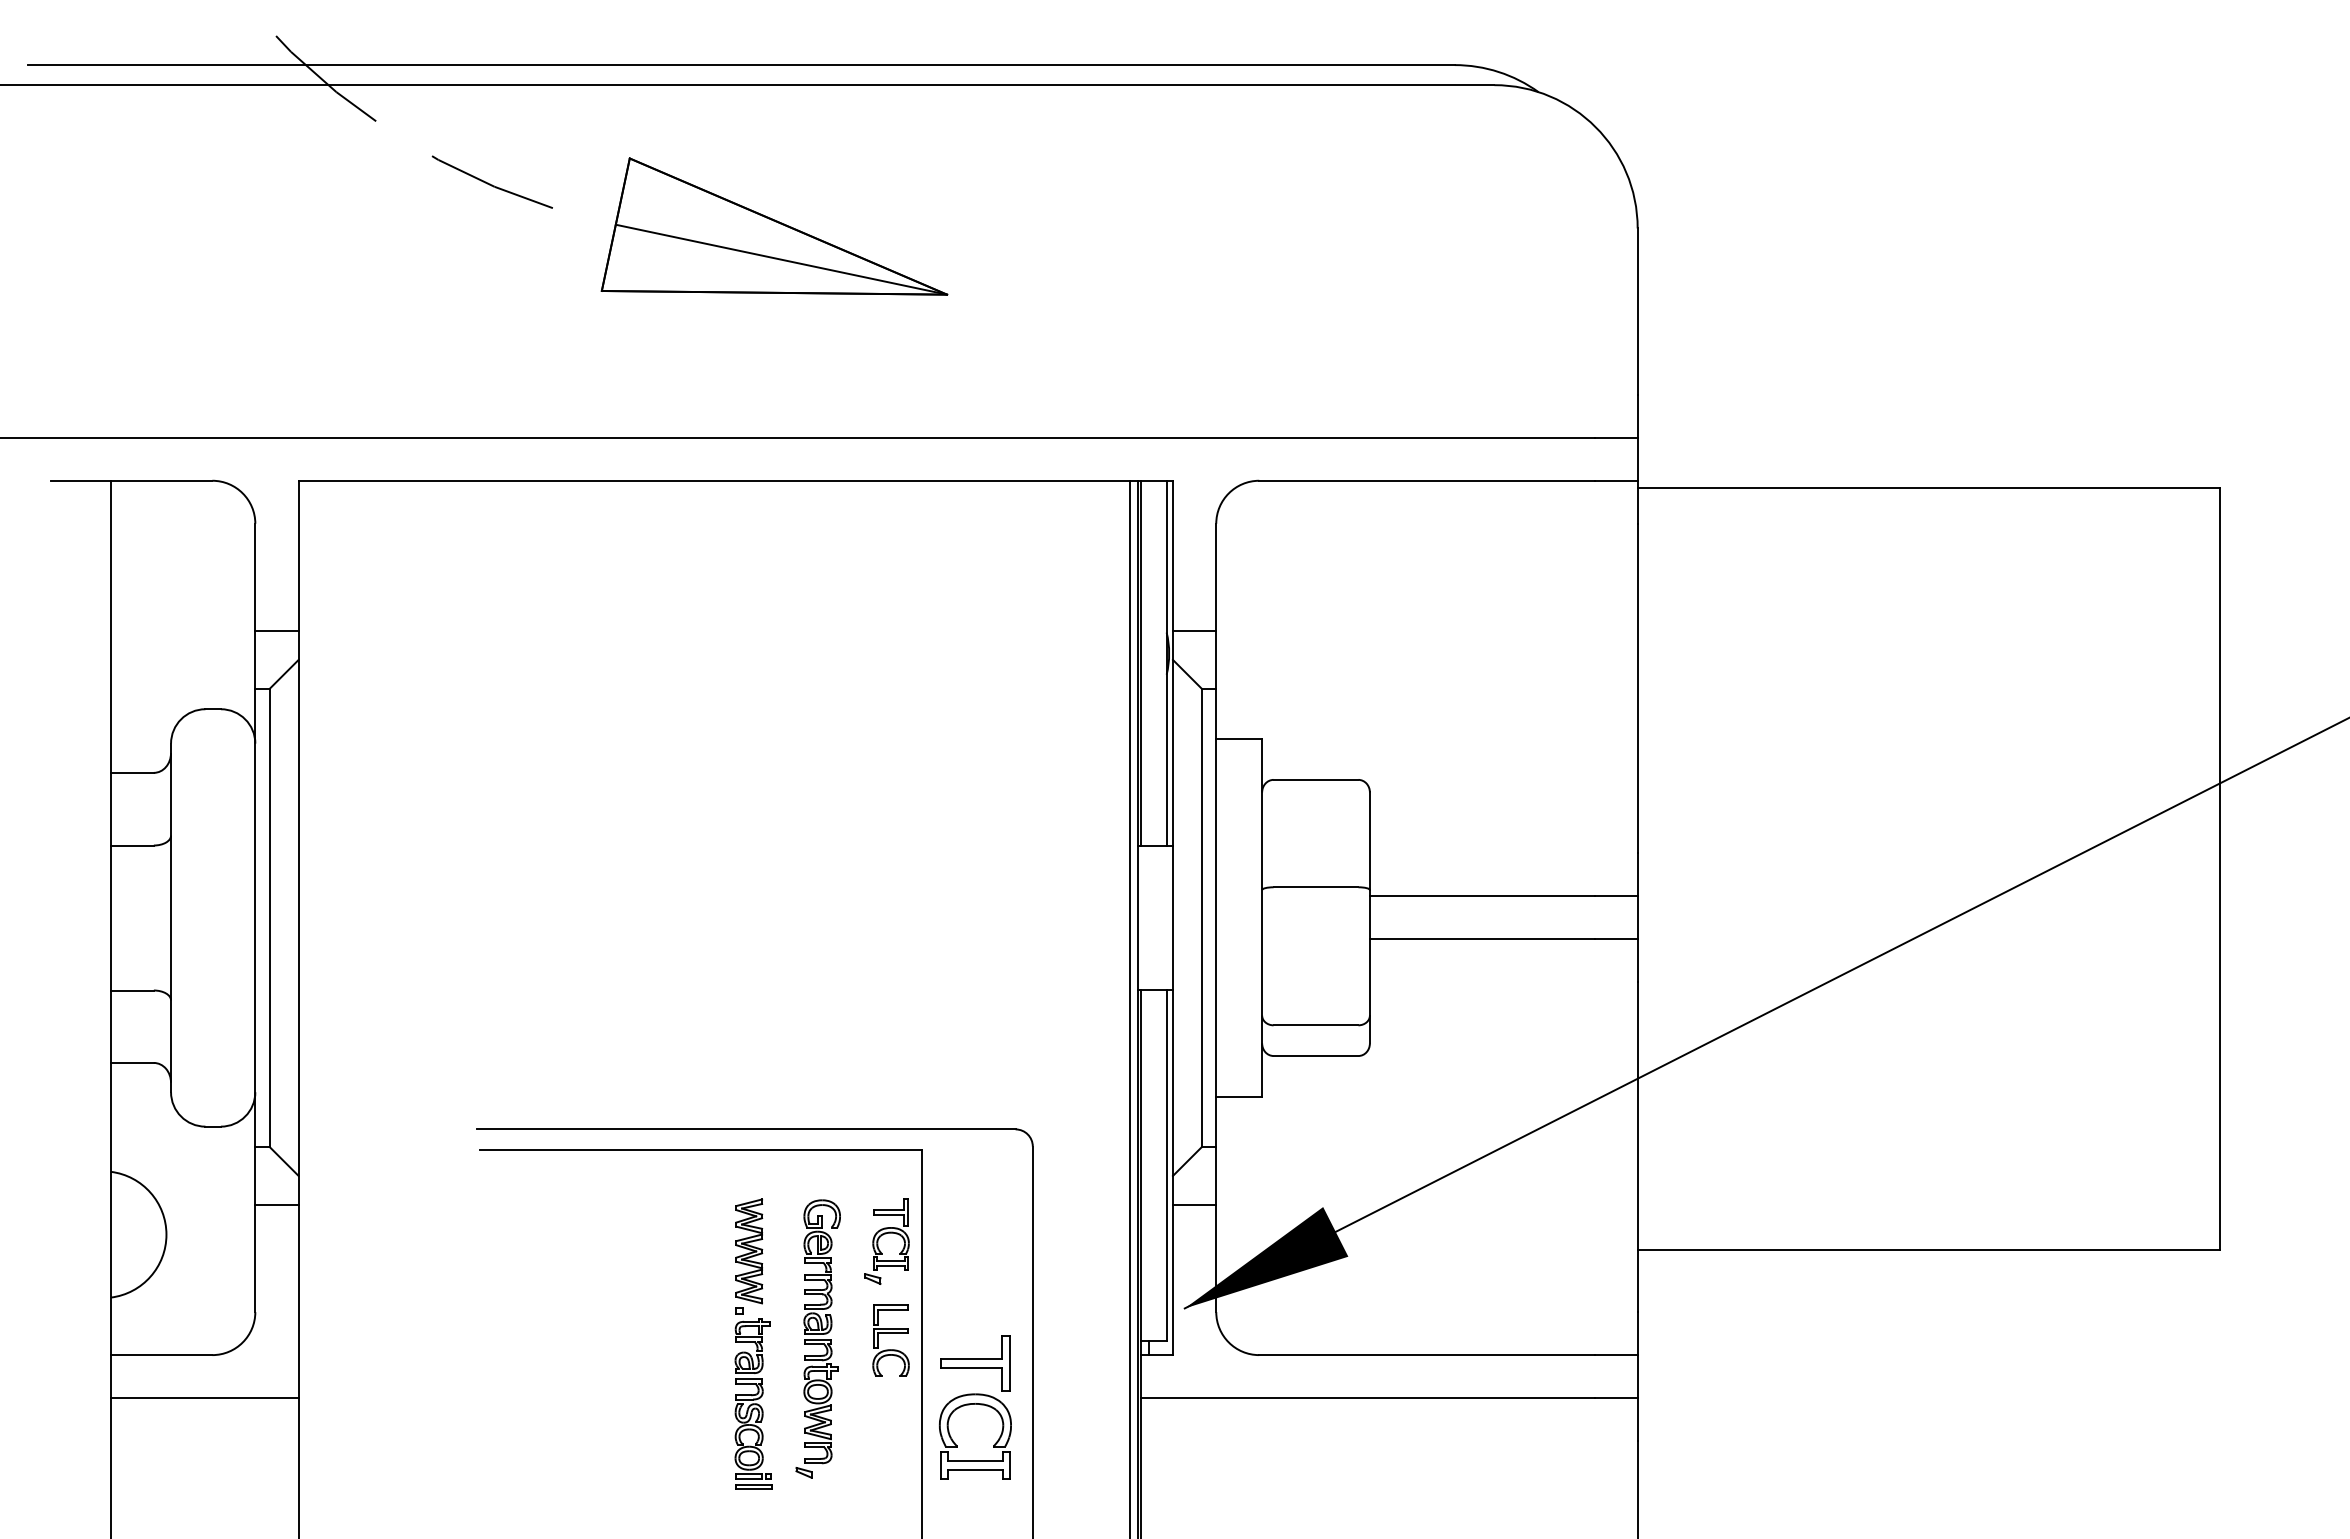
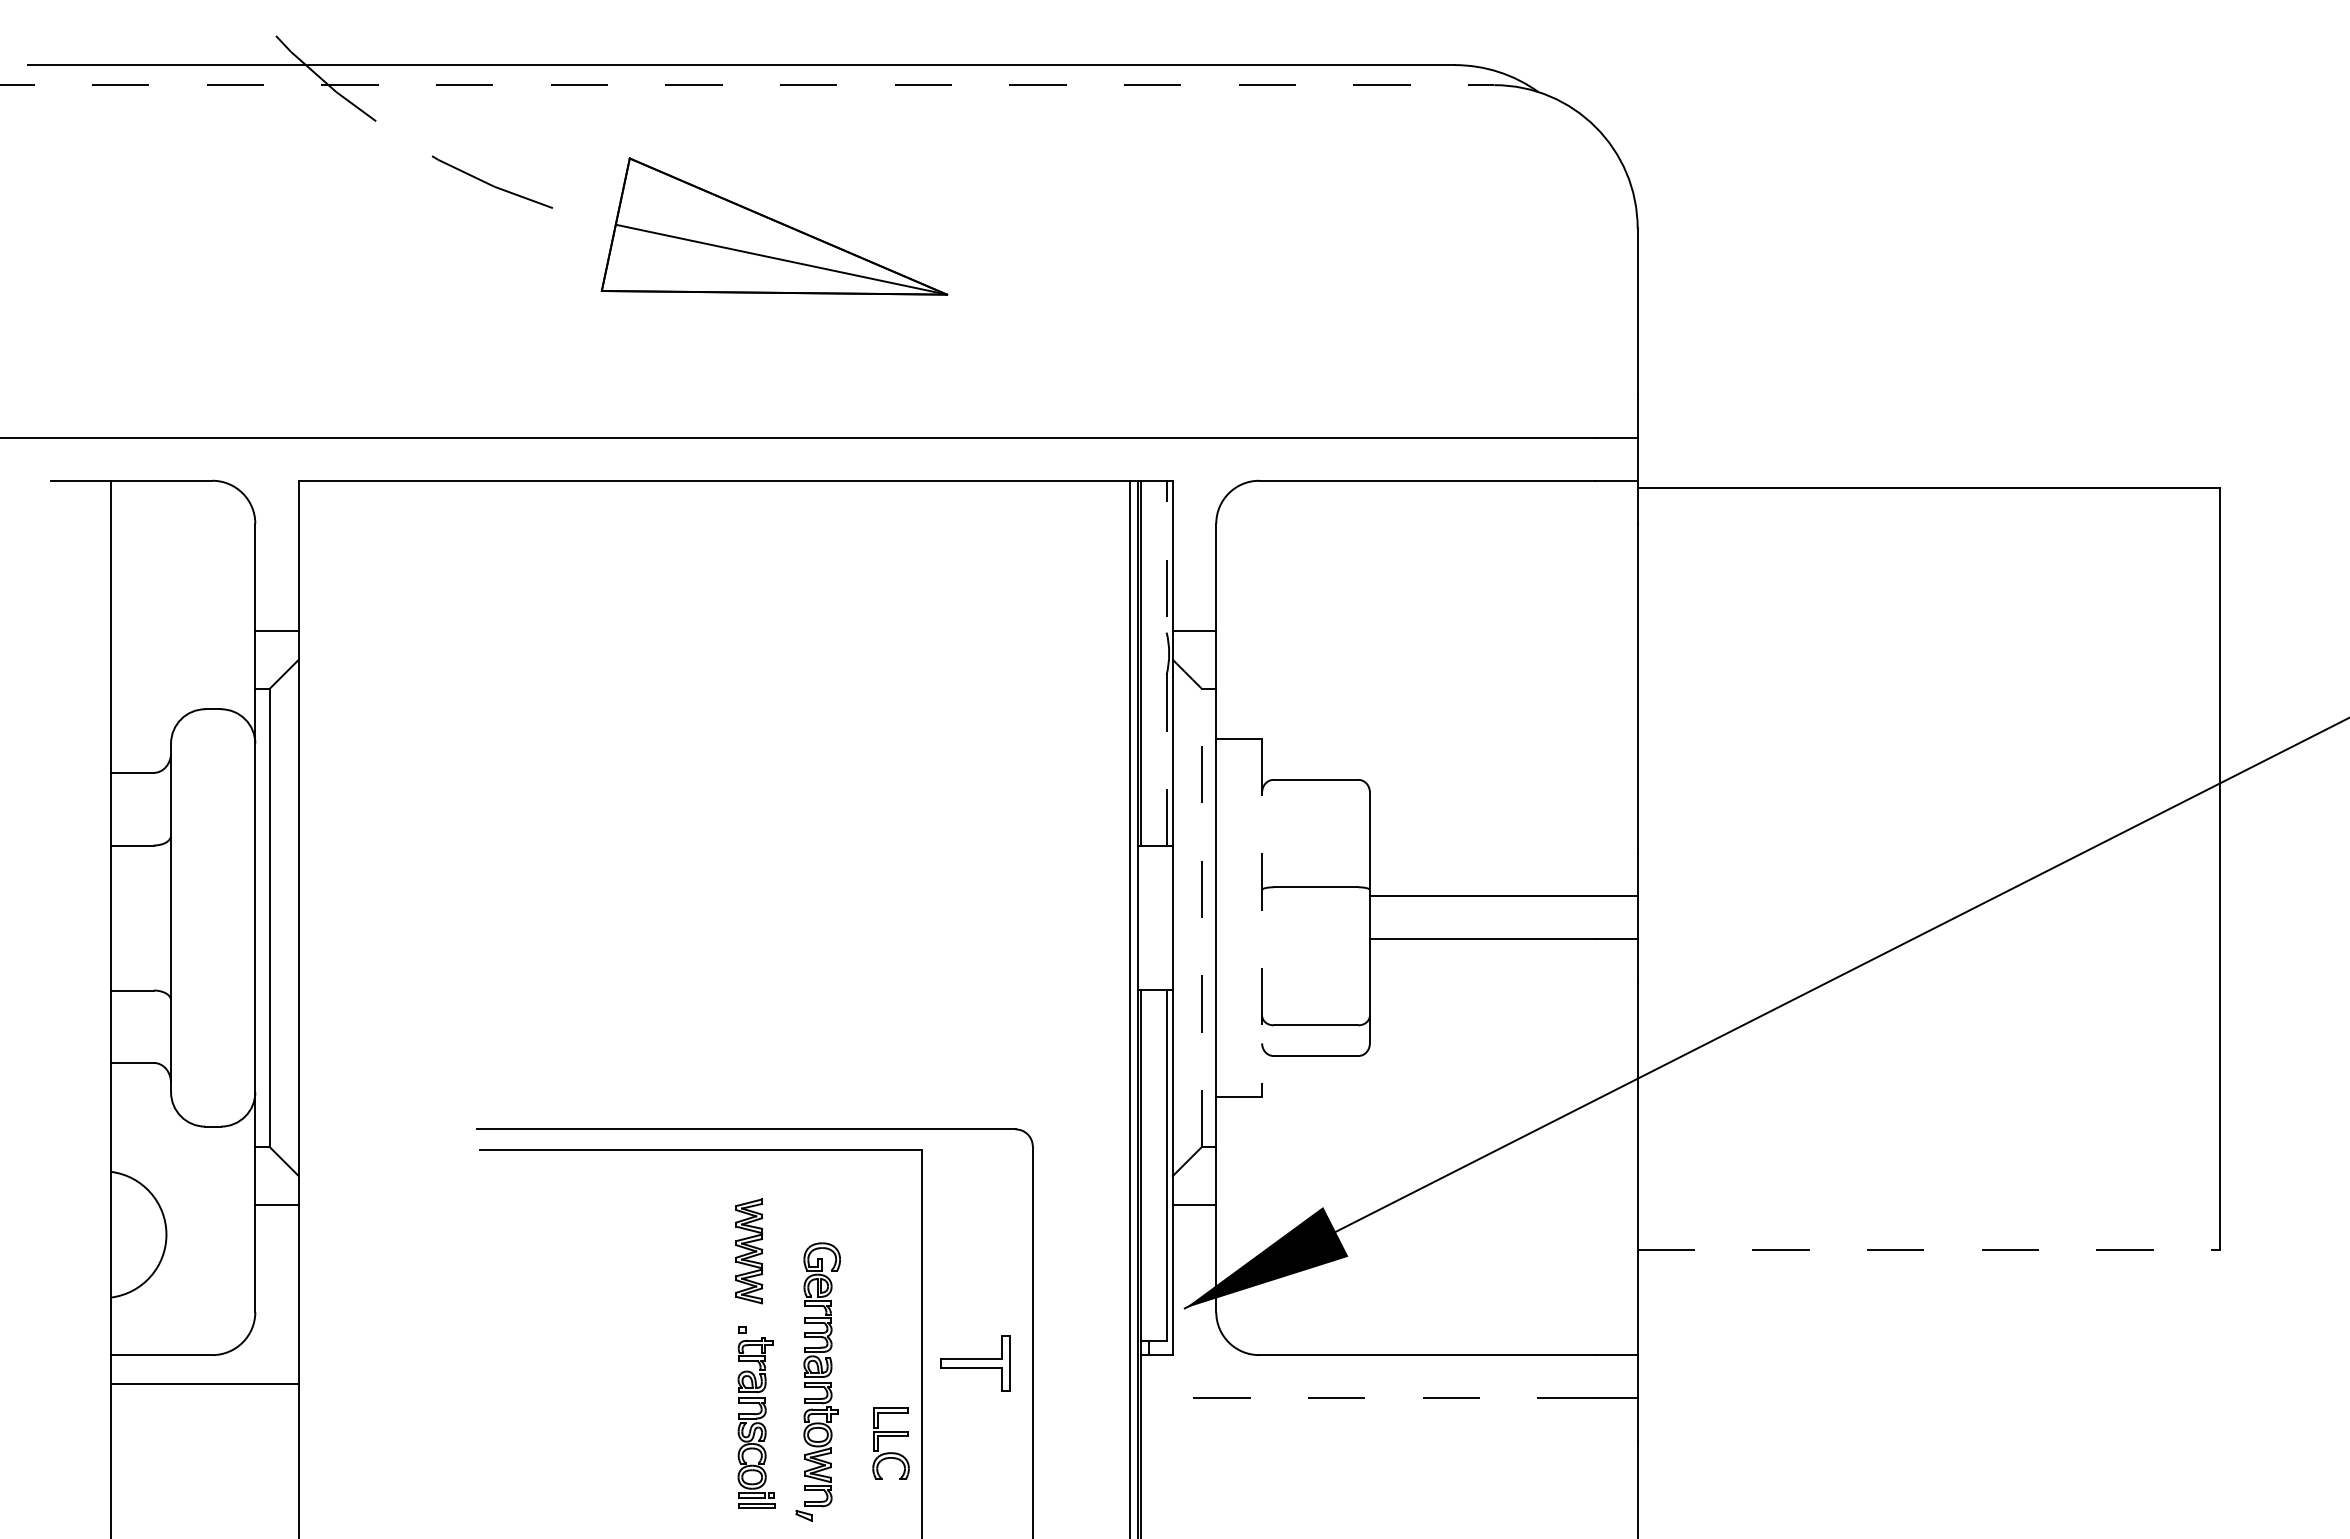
line at (747, 85): solid -> dashed
line at (1166, 663): solid -> dashed
line at (1201, 917): solid -> dashed
line at (1262, 918): solid -> dashed
part at (883, 1235): present -> none
line at (1928, 1250): solid -> dashed
part at (890, 1333) position: (890, 1333) -> (890, 1436)
part at (817, 1338) position: (817, 1338) -> (817, 1381)
line at (204, 1398) position: (204, 1398) -> (204, 1384)
part at (753, 1398) position: (753, 1398) -> (756, 1417)
line at (1368, 1398): solid -> dashed
part at (957, 1445): present -> none
